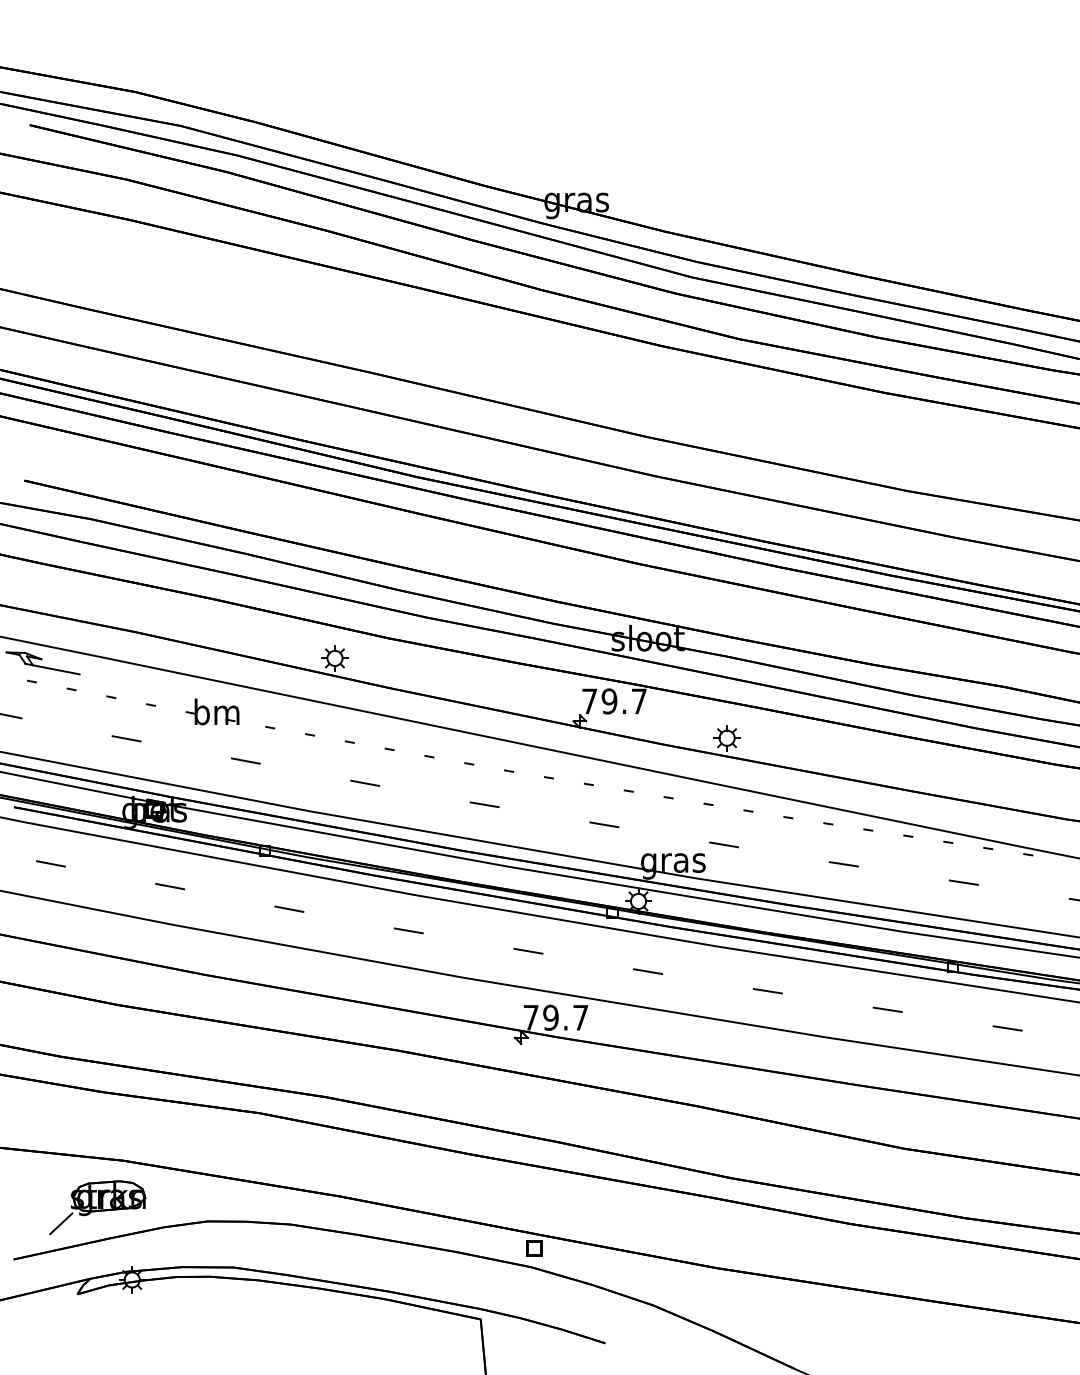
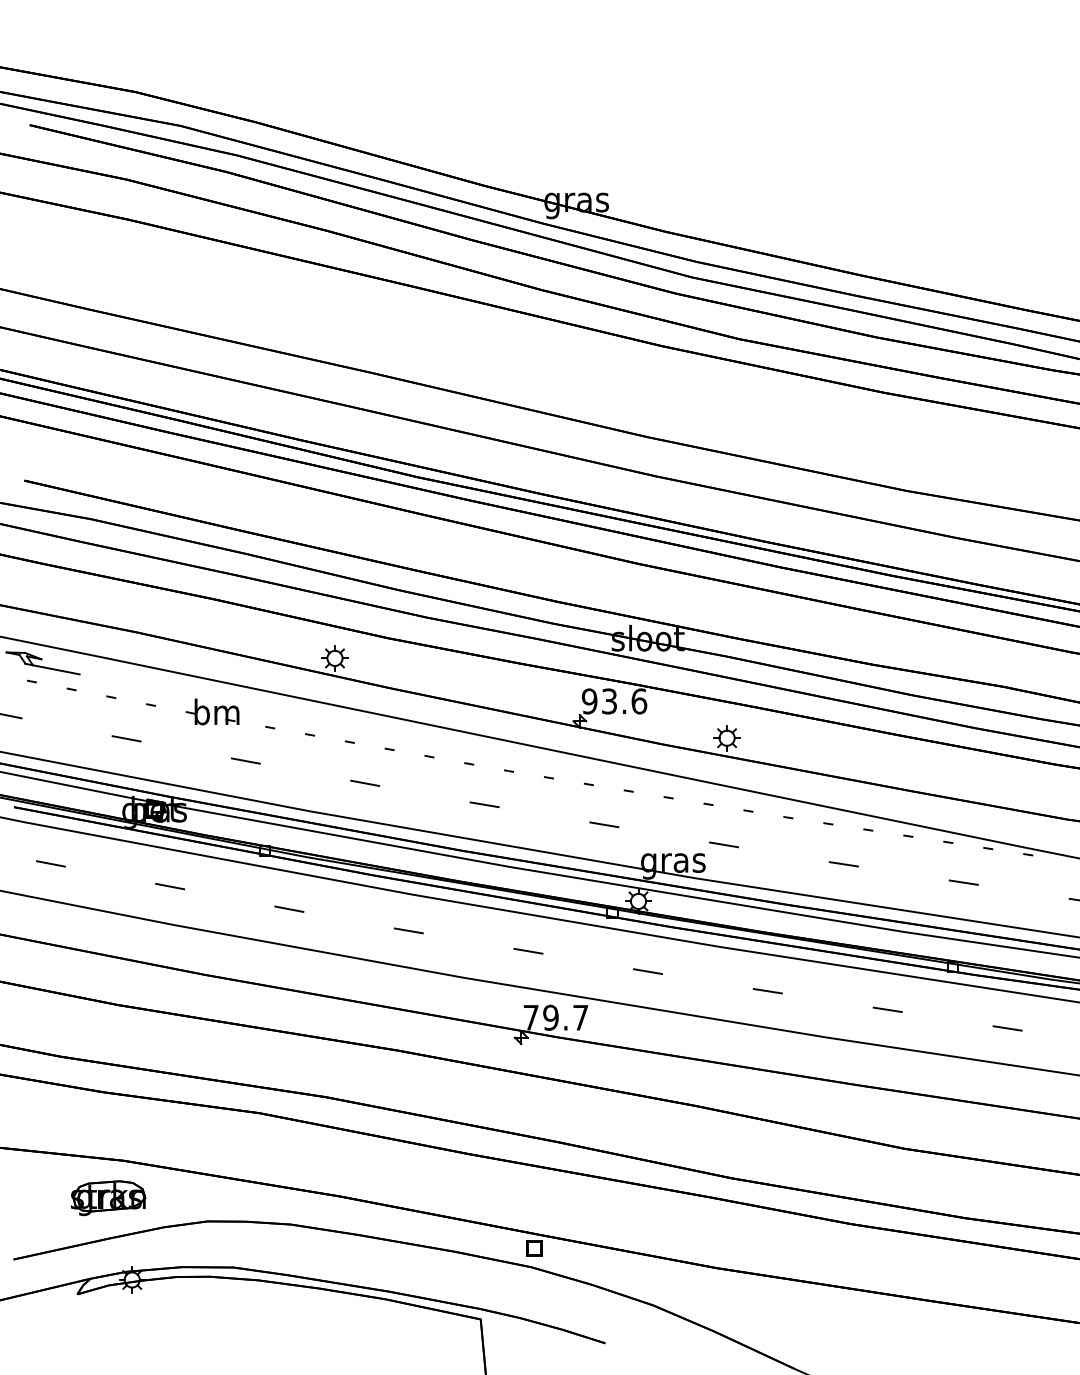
text at (614, 701): 79.7 -> 93.6
line at (61, 1223): present -> none
